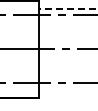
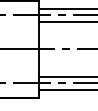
line at (67, 8): dashed -> solid
line at (66, 21): none -> present
line at (66, 76): none -> present
line at (66, 89): none -> present
